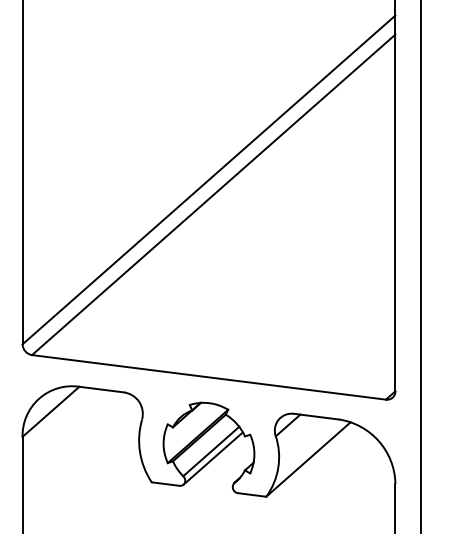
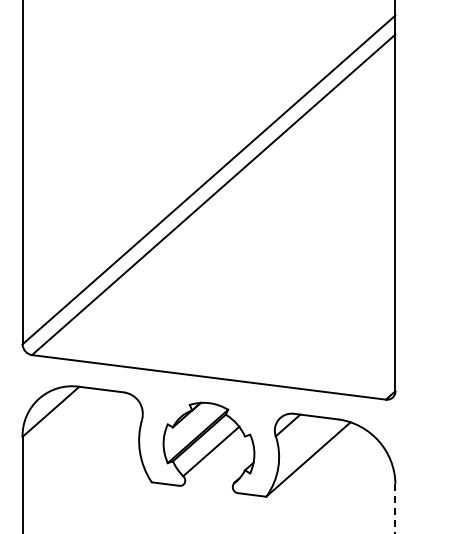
line at (420, 266): present -> none
line at (212, 458): present -> none
line at (395, 508): solid -> dashed
